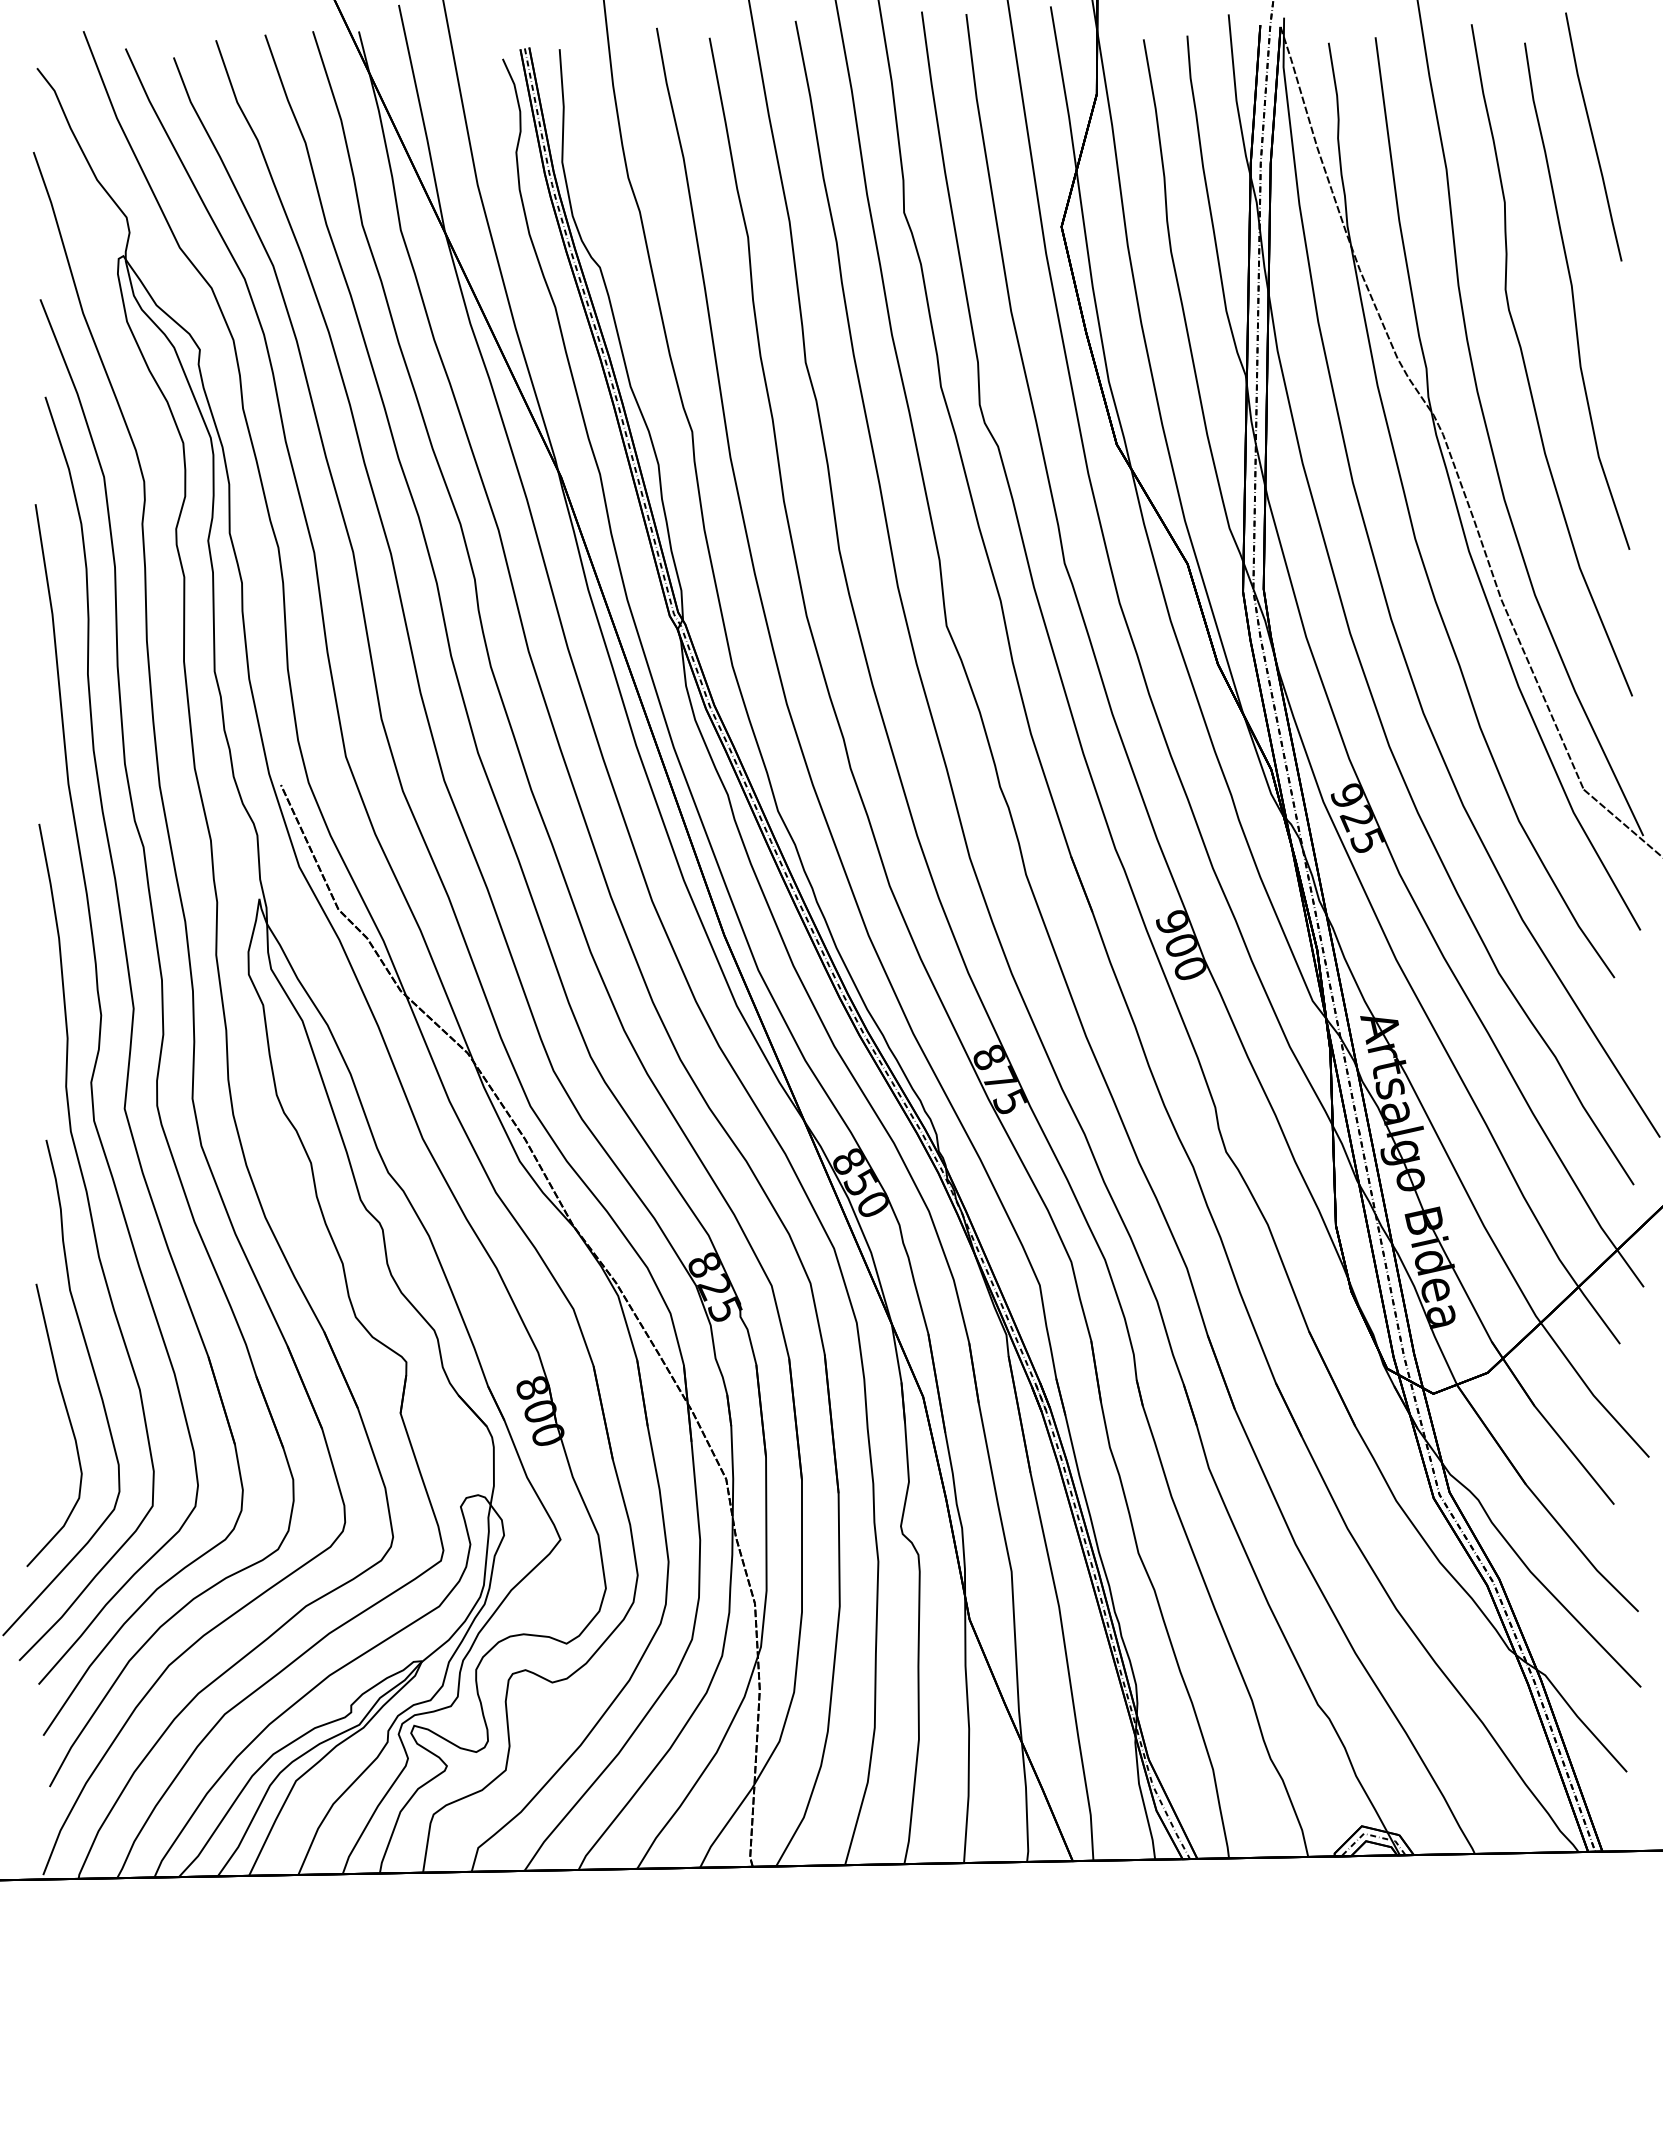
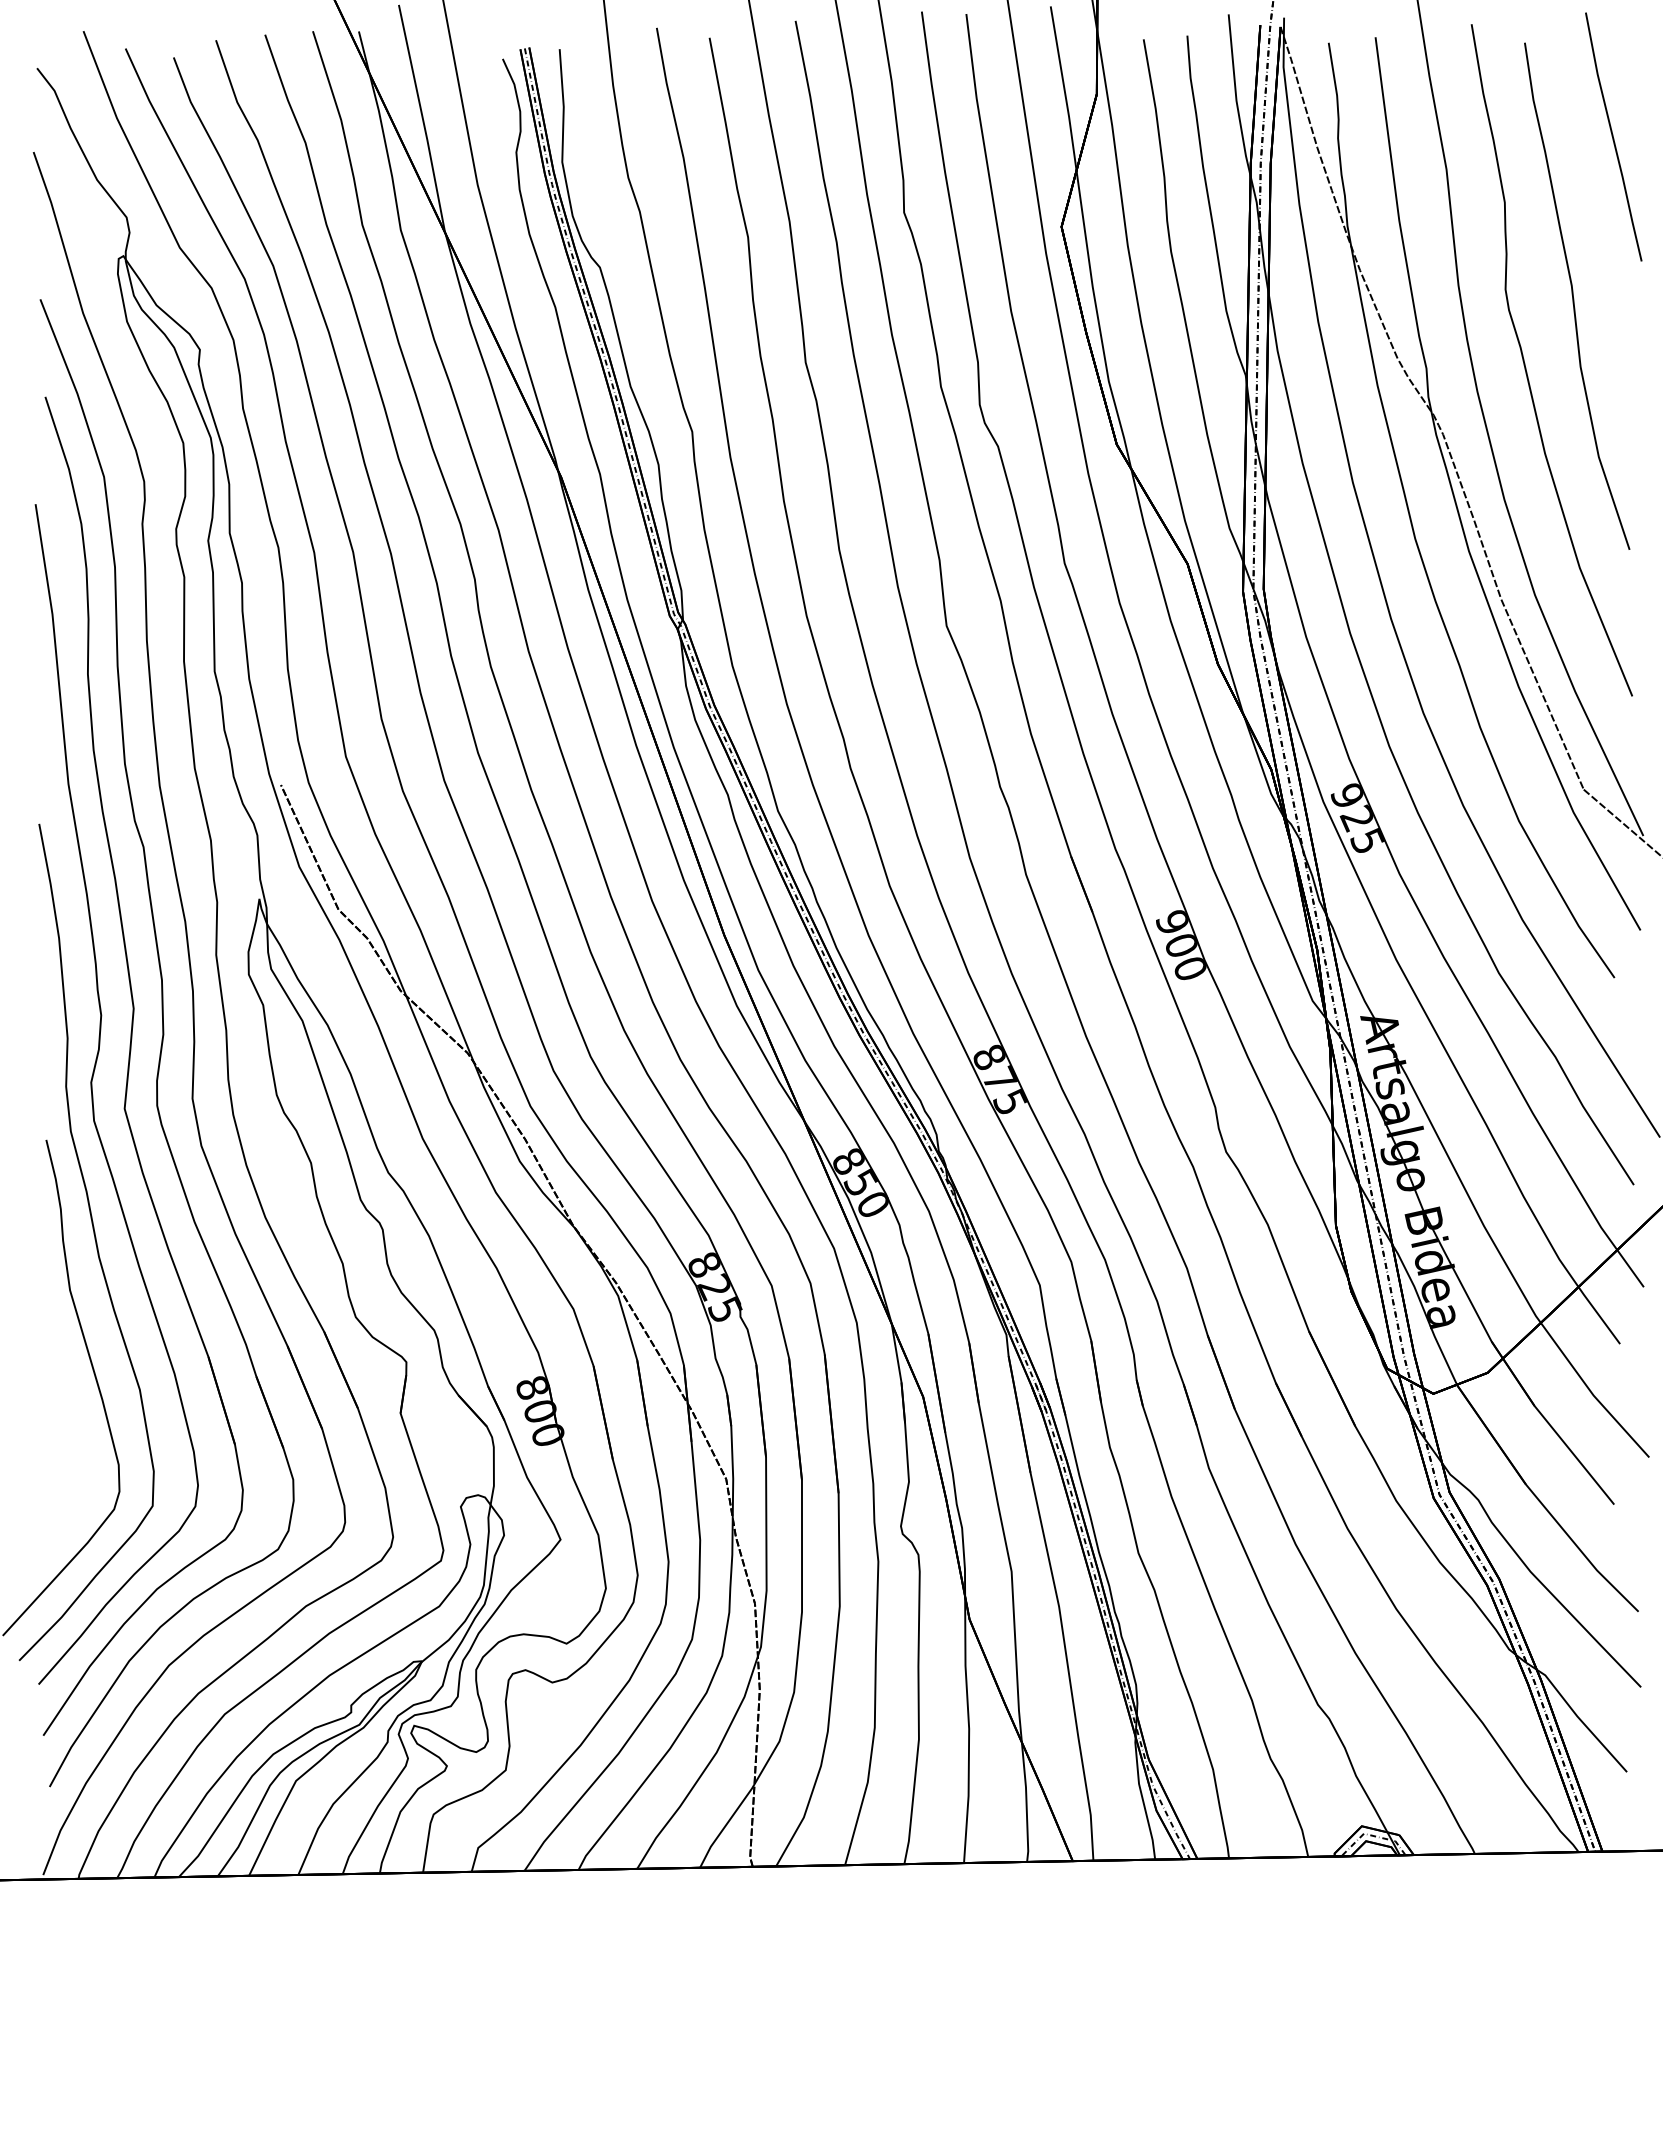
line at (1593, 136) position: (1593, 136) -> (1613, 136)
curve at (68, 1420): present -> none
